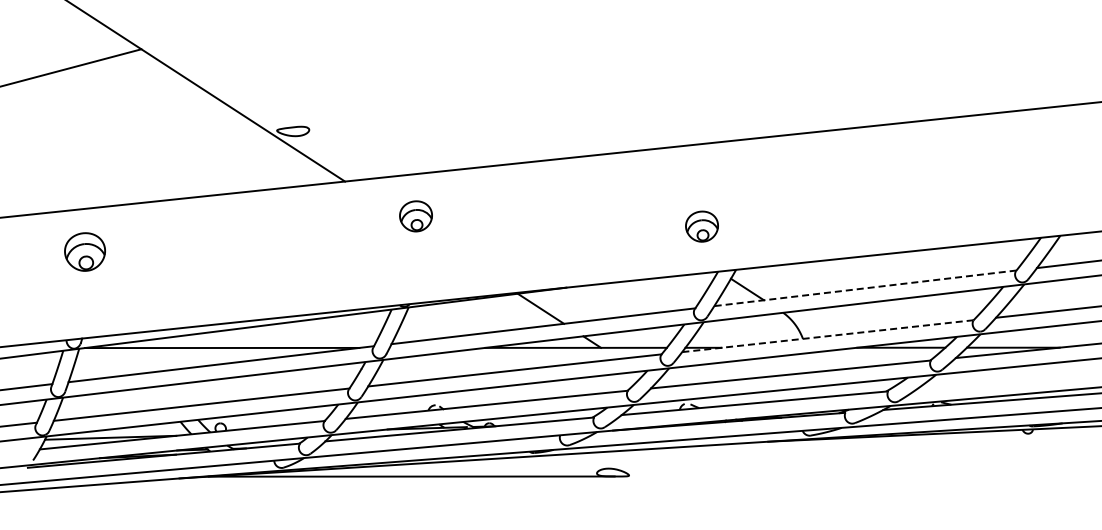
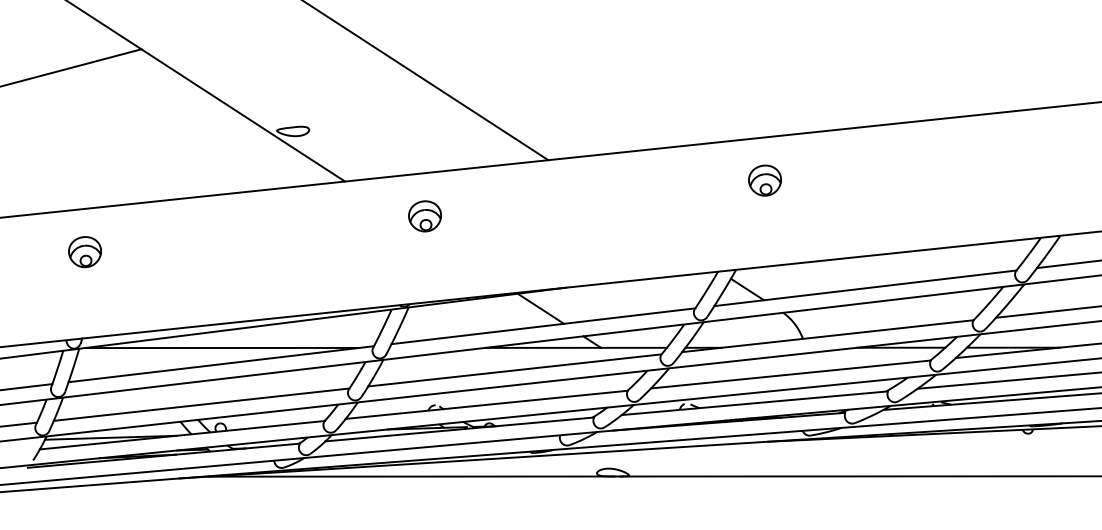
line at (426, 81): none -> present
part at (415, 216) position: (415, 216) -> (424, 216)
part at (701, 226) position: (701, 226) -> (764, 180)
part at (84, 251) size: 42x40 px -> 34x33 px
line at (864, 288): dashed -> solid
line at (827, 336): dashed -> solid
line at (1007, 380): none -> present
line at (859, 476): none -> present
